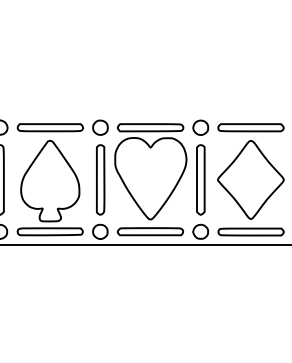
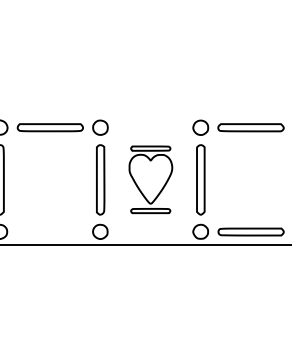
part at (150, 179) size: 74x114 px -> 46x69 px
part at (250, 179): present -> none
part at (49, 188): present -> none
